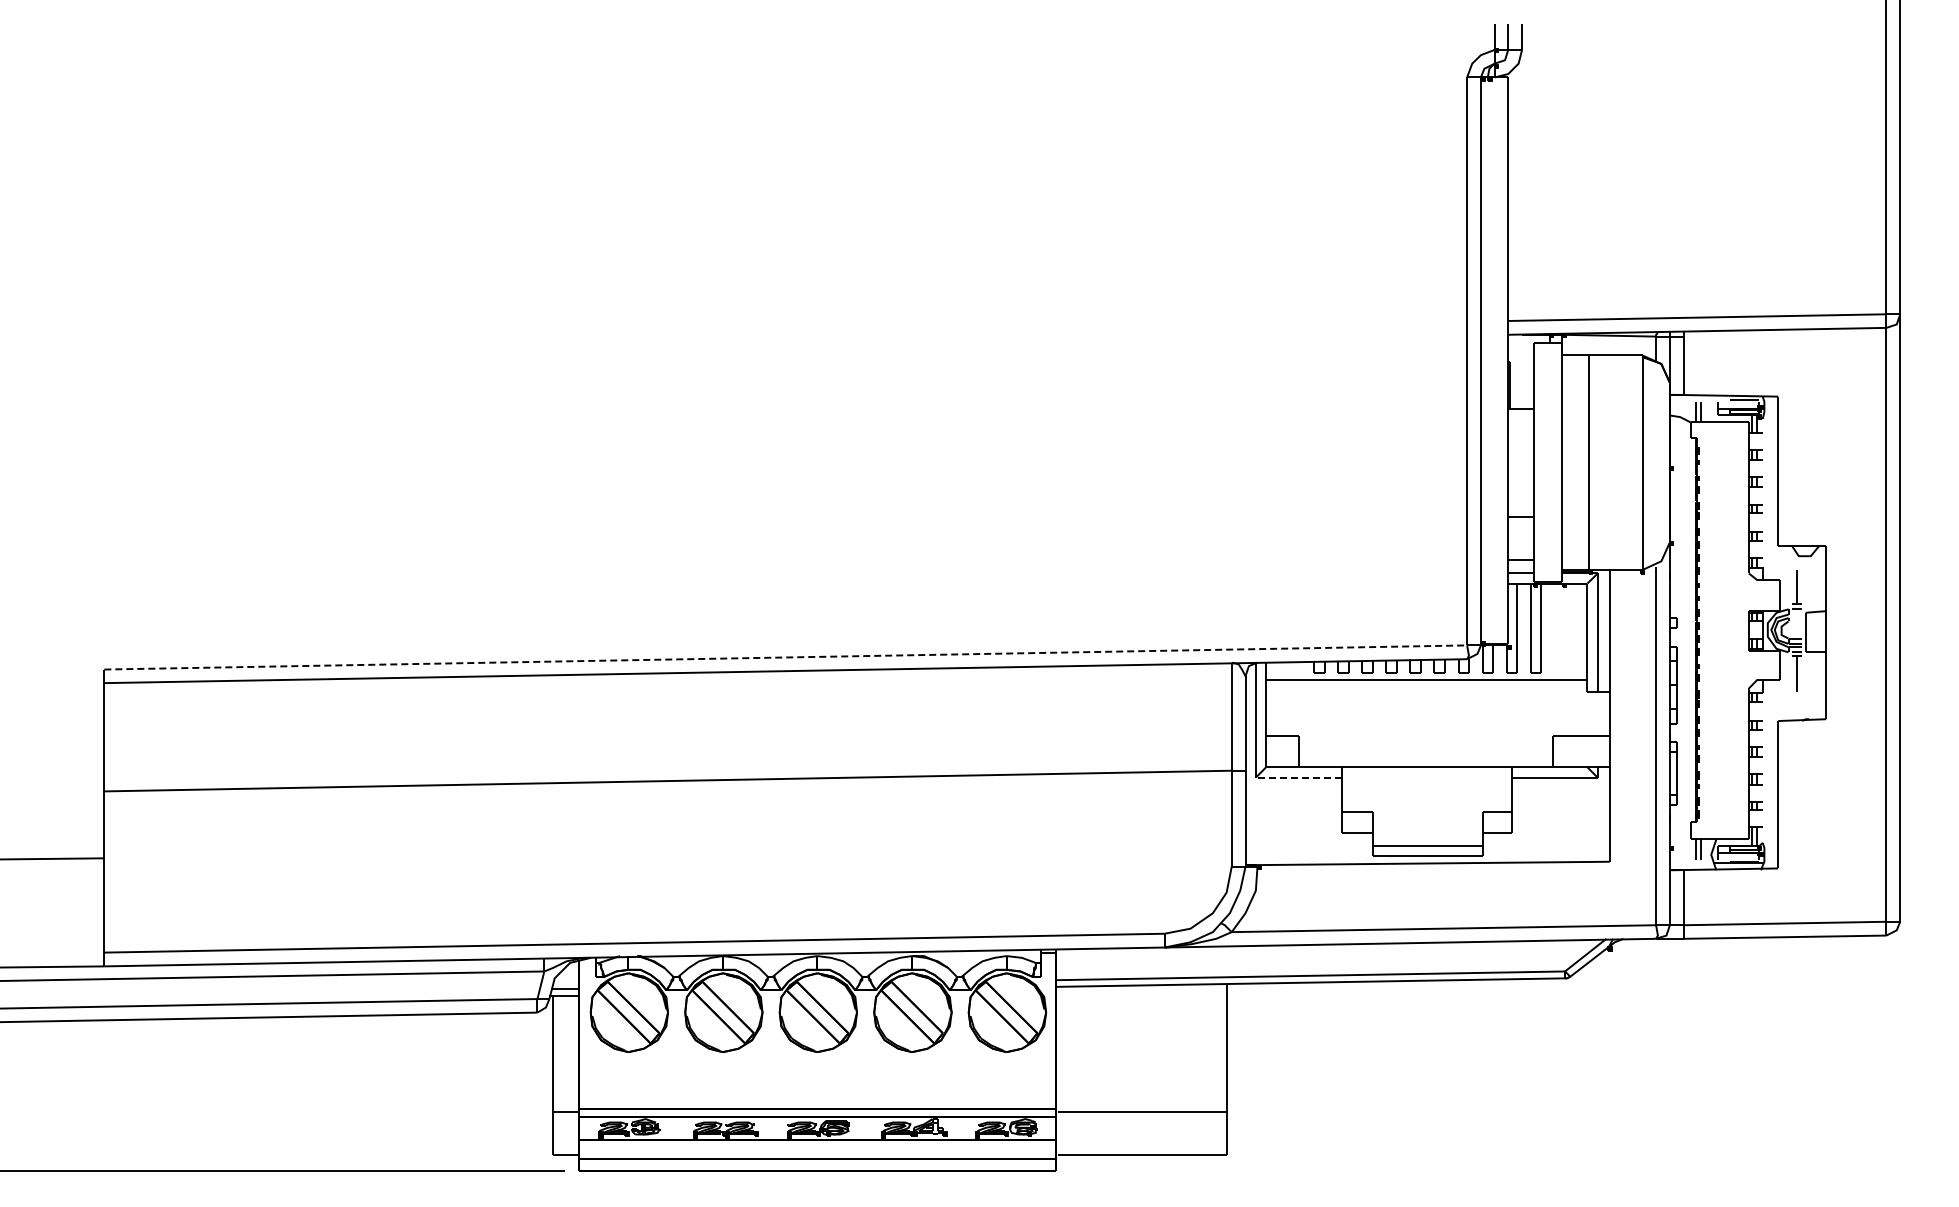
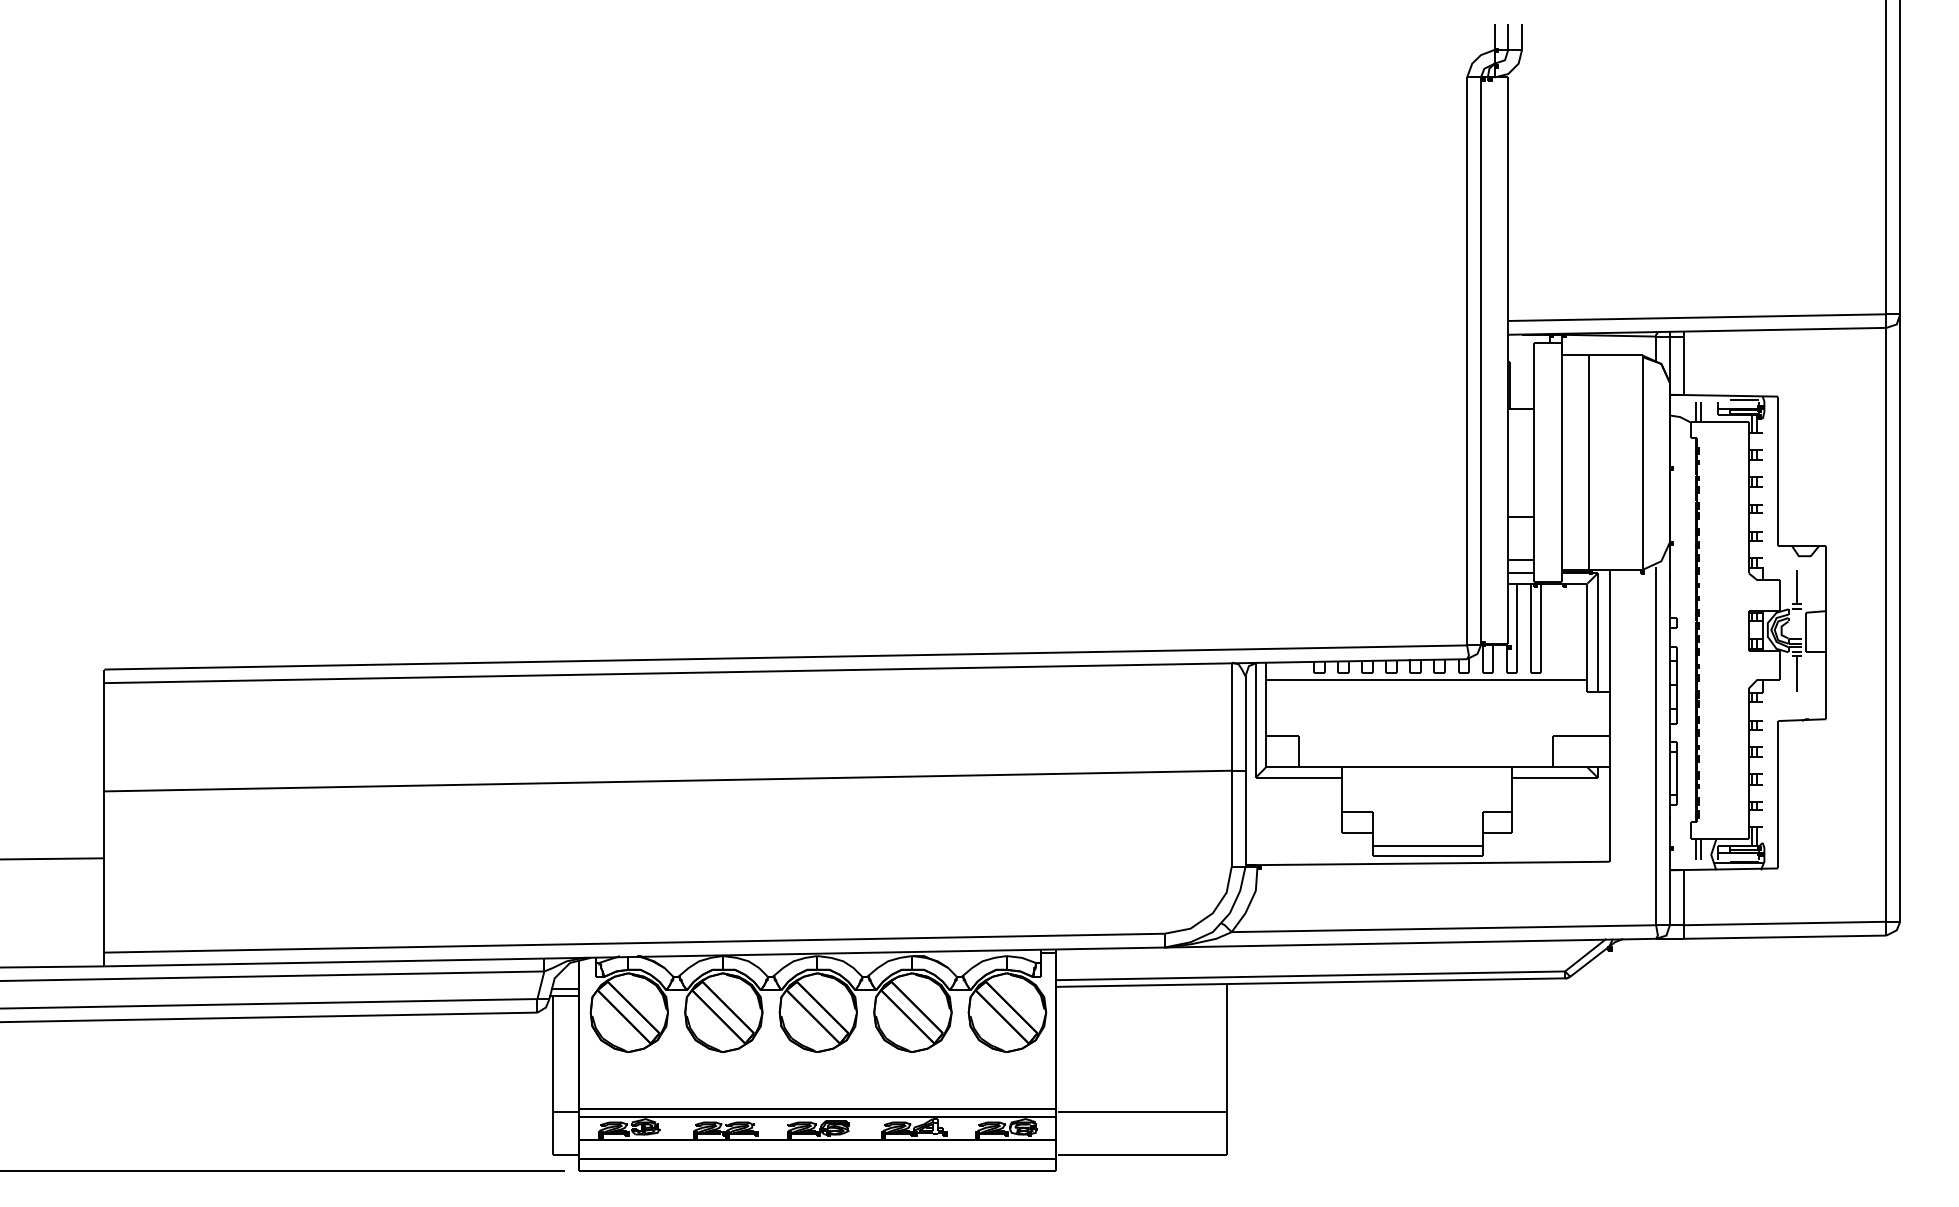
line at (785, 657): dashed -> solid
line at (1298, 777): dashed -> solid
